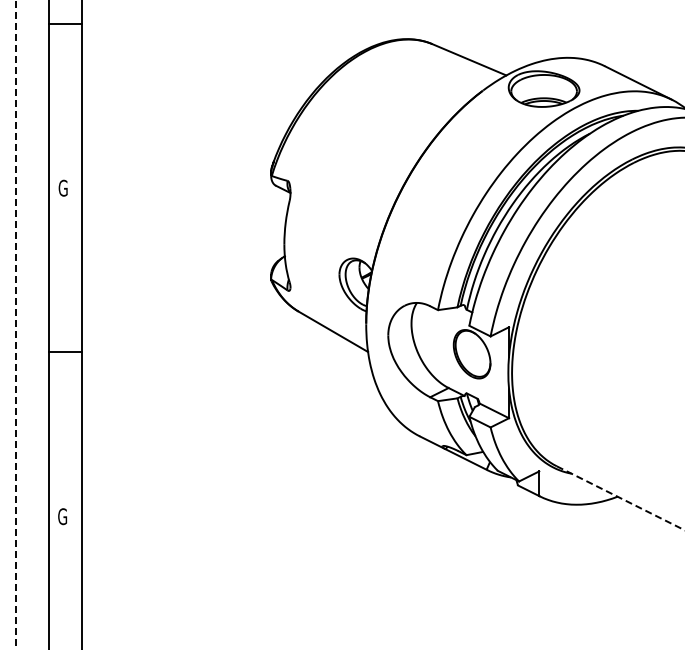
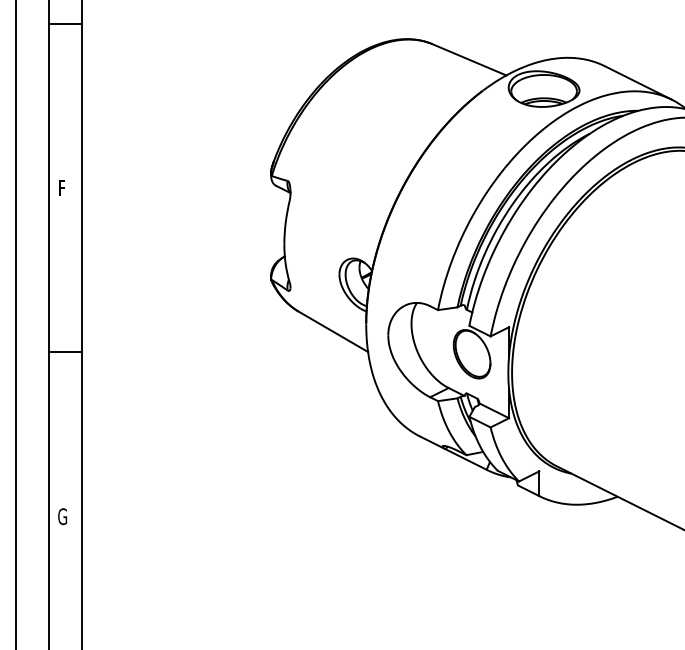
text at (62, 187): G -> F
line at (16, 324): dashed -> solid
line at (621, 498): dashed -> solid
